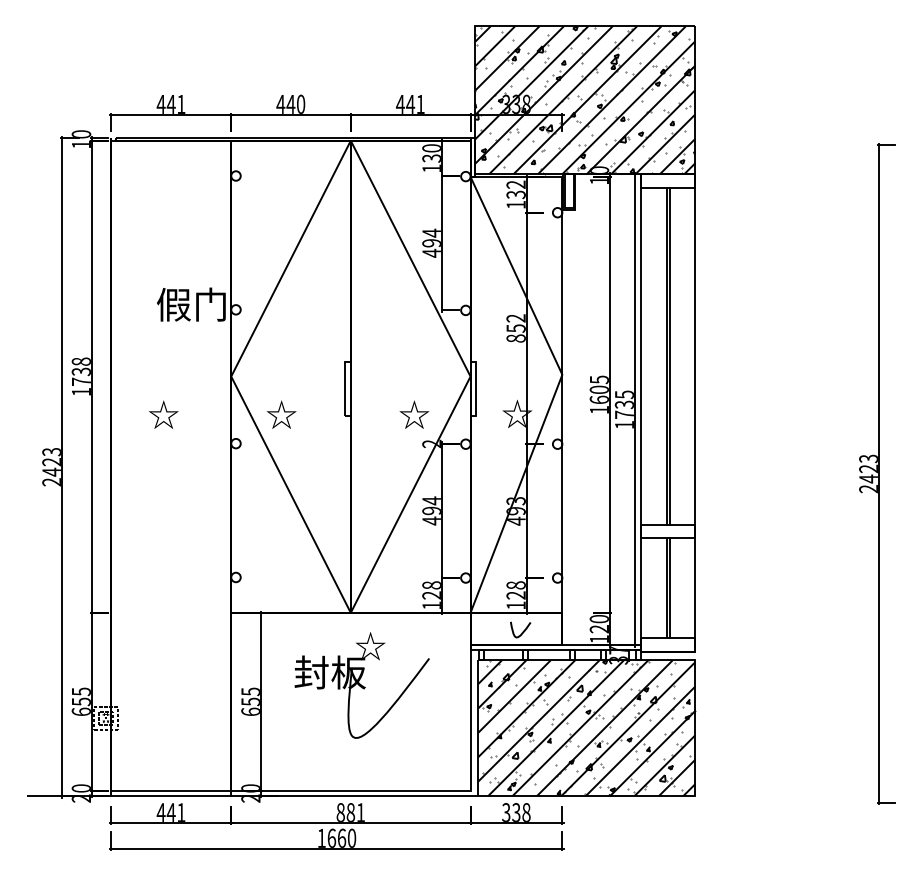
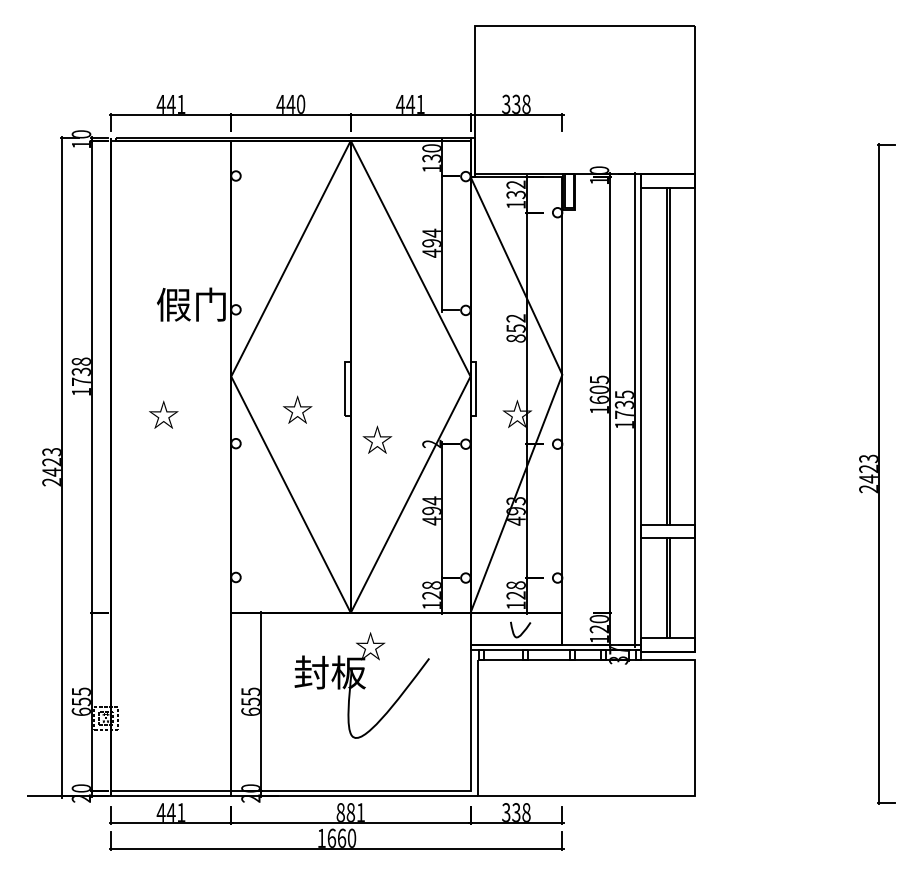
hatch at (585, 100): present -> none
text at (281, 414) position: (281, 414) -> (297, 409)
text at (414, 414) position: (414, 414) -> (377, 439)
hatch at (586, 728): present -> none
